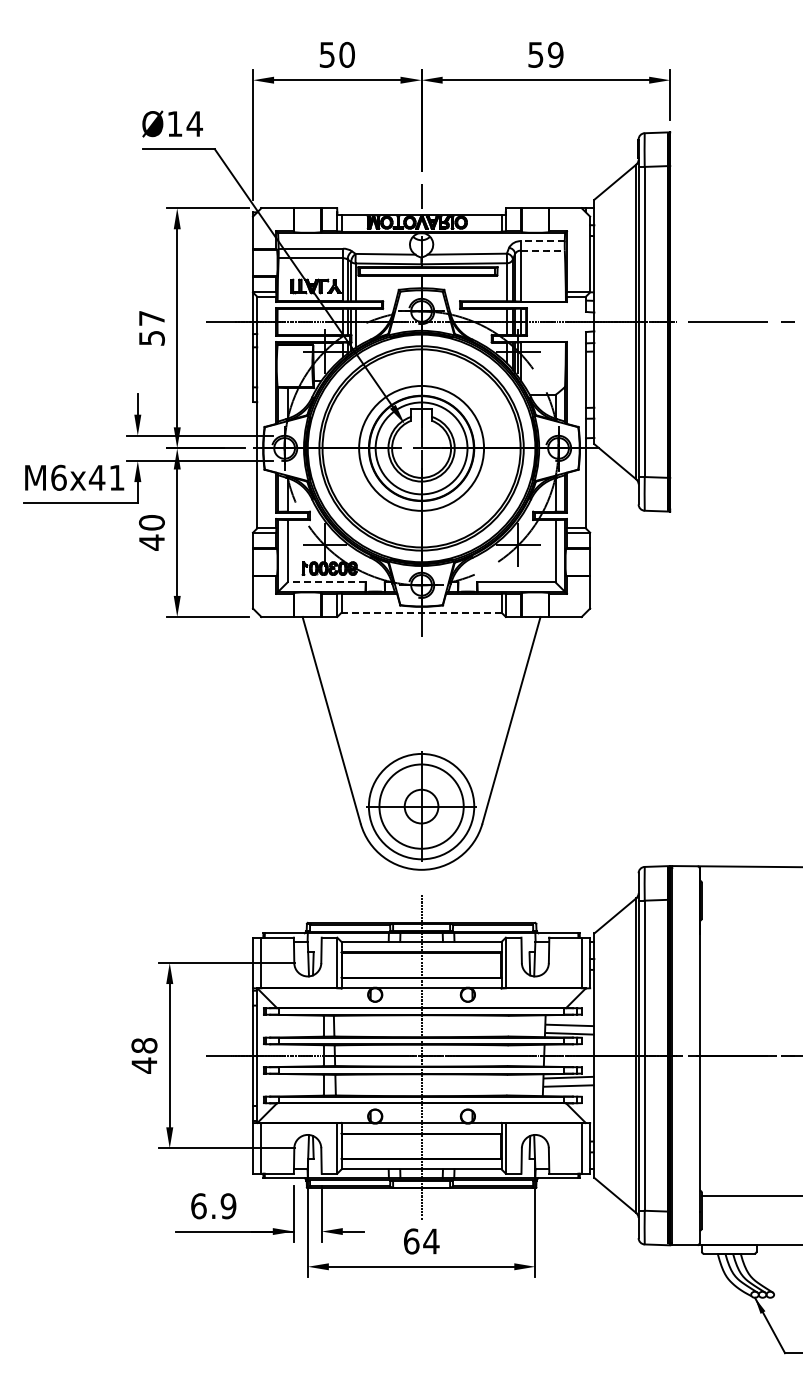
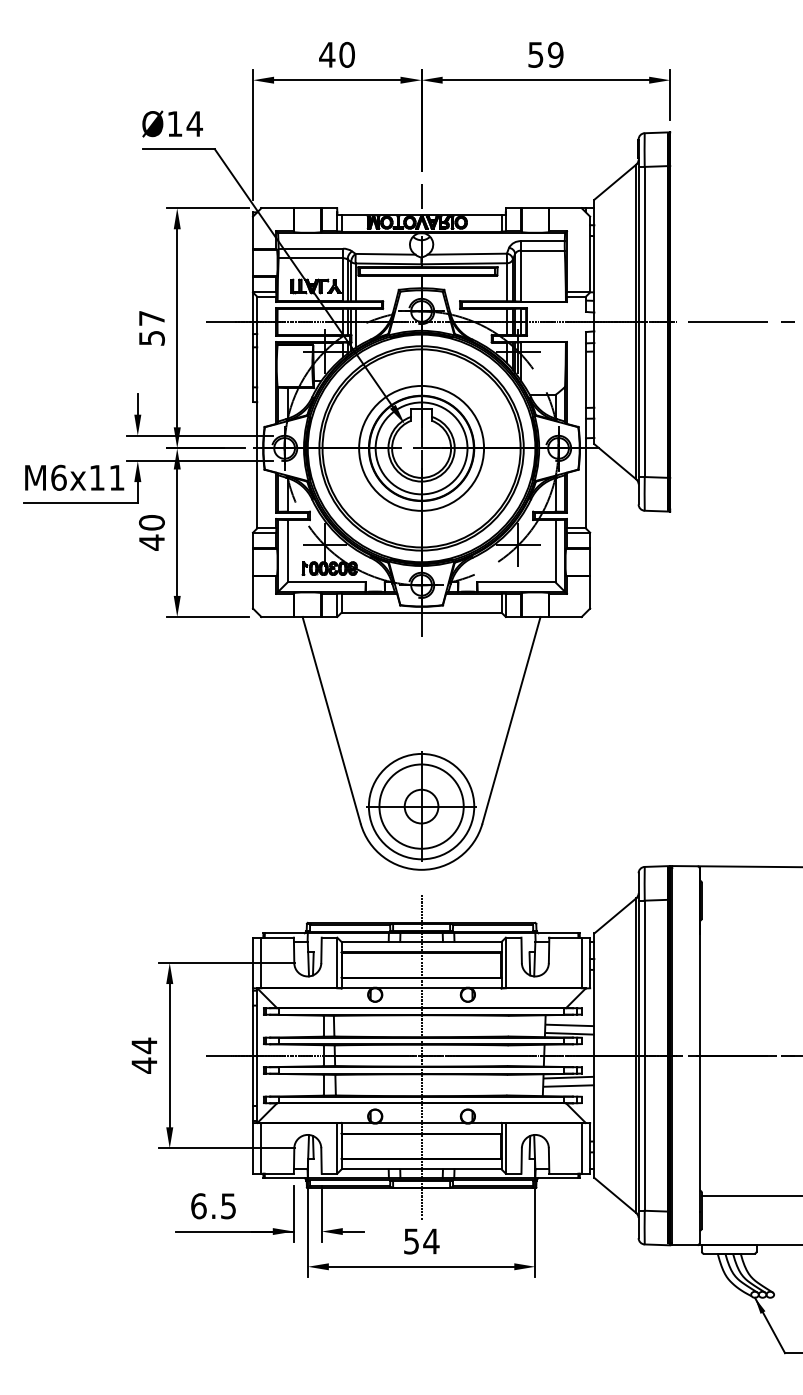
text at (327, 54): 50 -> 40
line at (543, 241): dashed -> solid
line at (543, 250): dashed -> solid
text at (96, 477): M6x41 -> M6x11
line at (326, 582): dashed -> solid
line at (421, 612): dashed -> solid
text at (144, 1045): 48 -> 44
text at (228, 1205): 6.9 -> 6.5
text at (411, 1241): 64 -> 54
